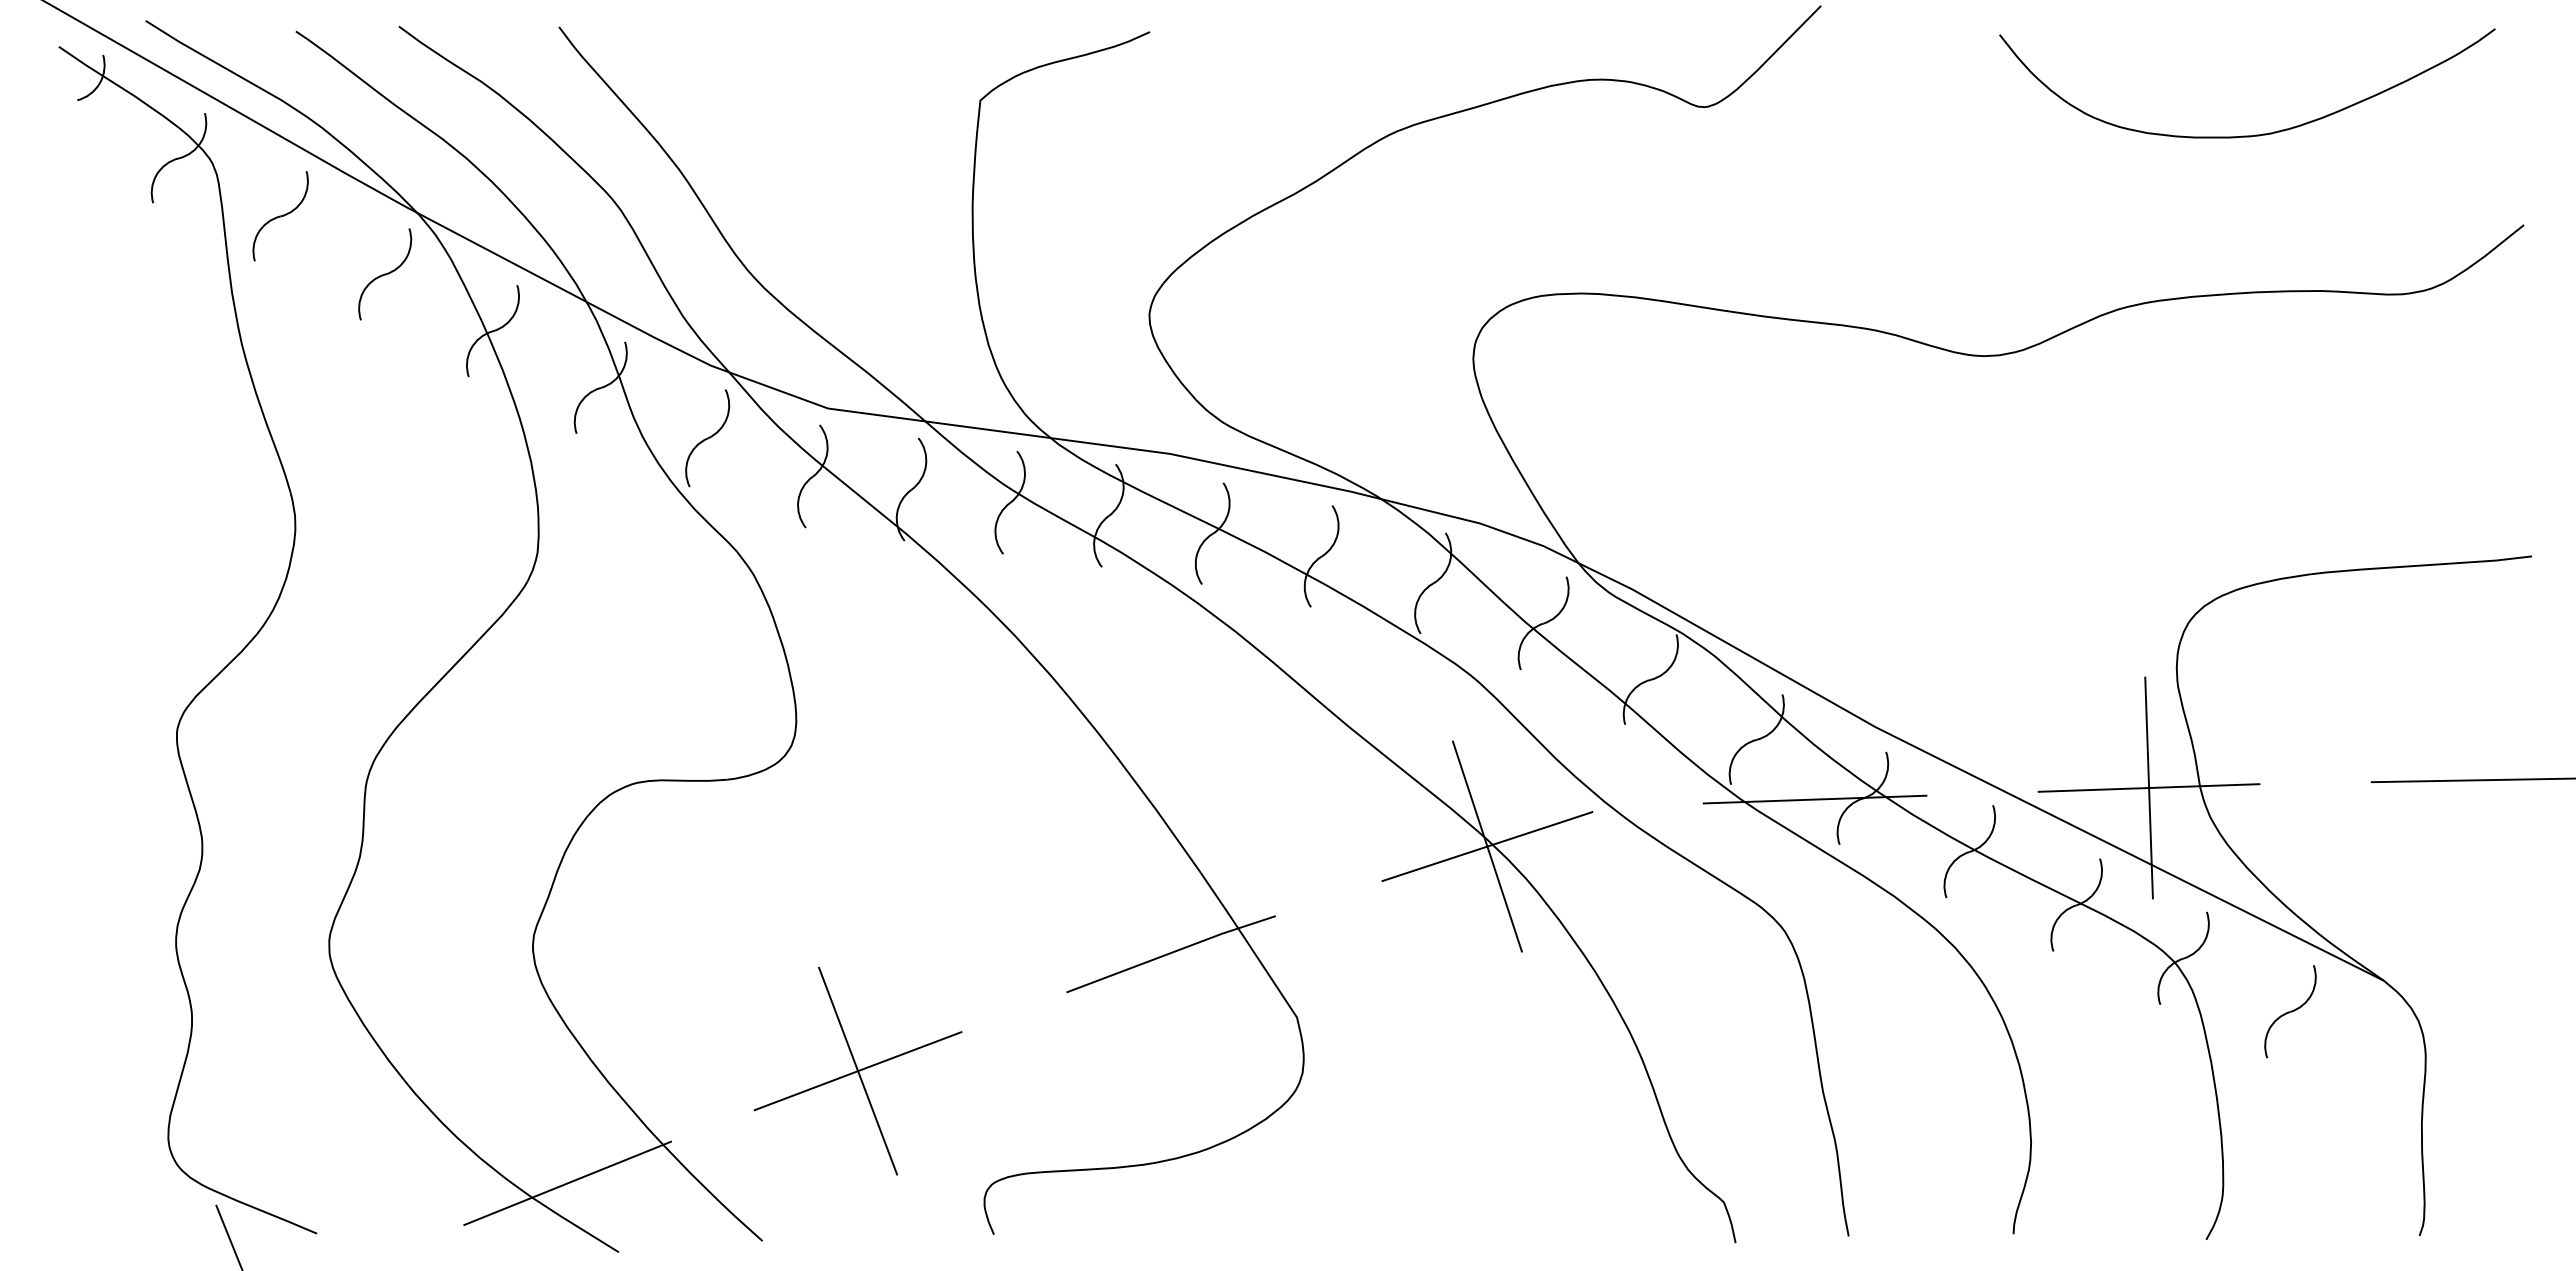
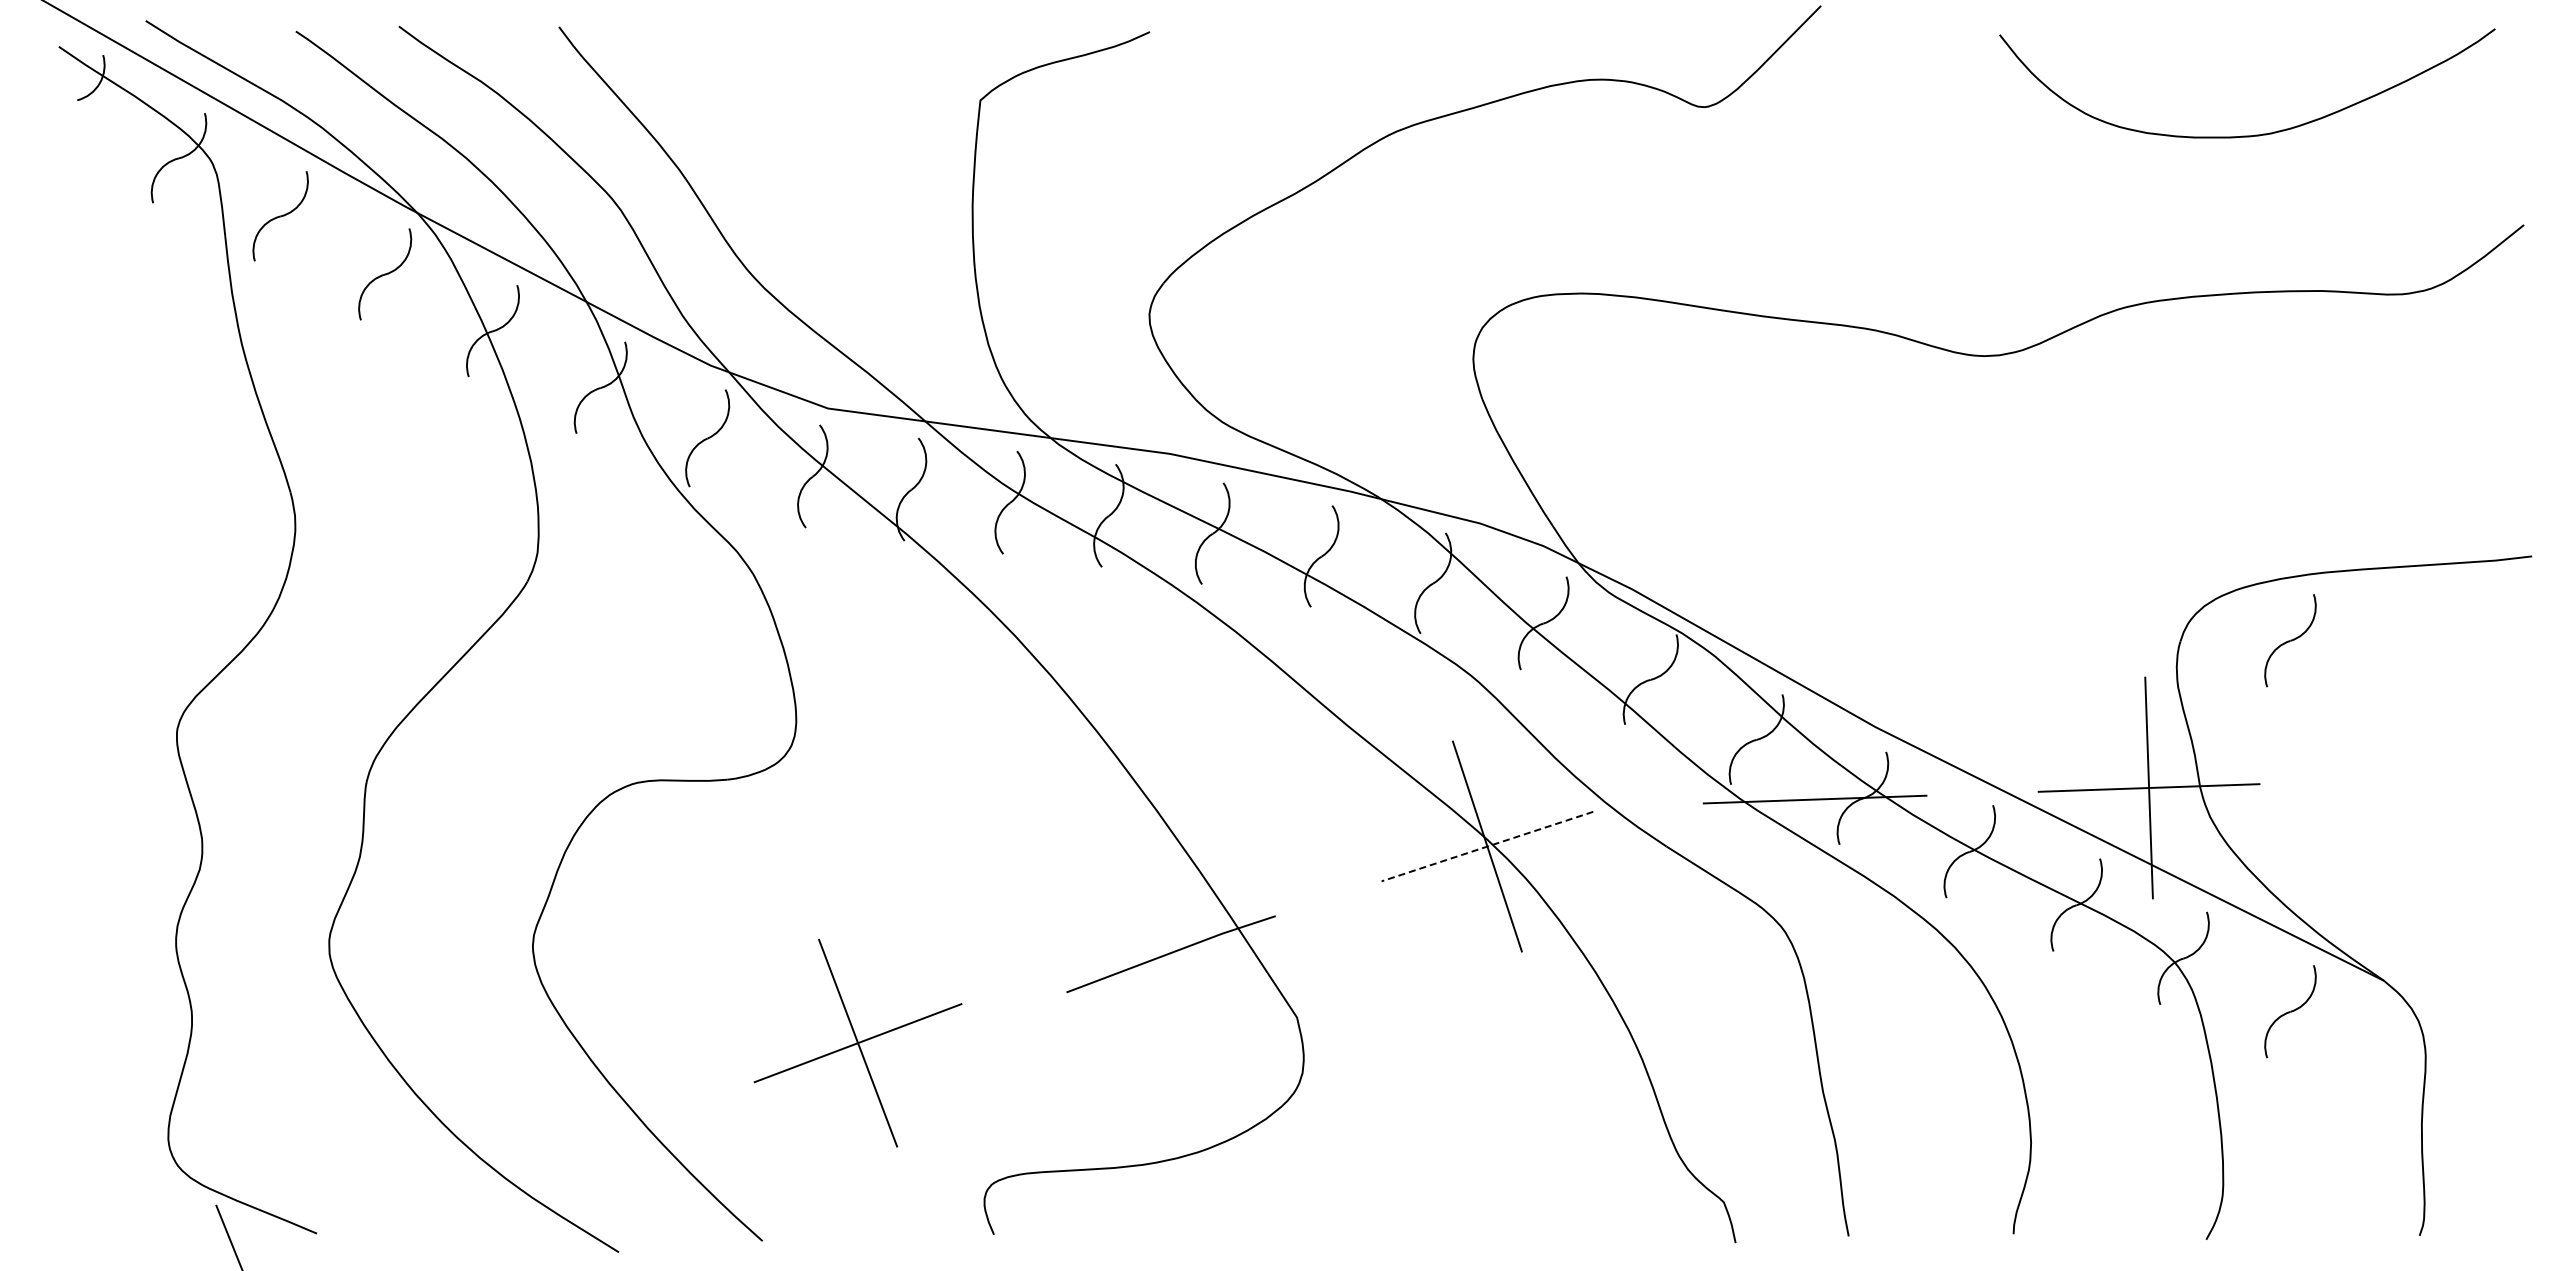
part at (2290, 640): none -> present
line at (2471, 780): present -> none
line at (1487, 846): solid -> dashed
part at (857, 1070) position: (857, 1070) -> (857, 1042)
line at (567, 1183): present -> none
